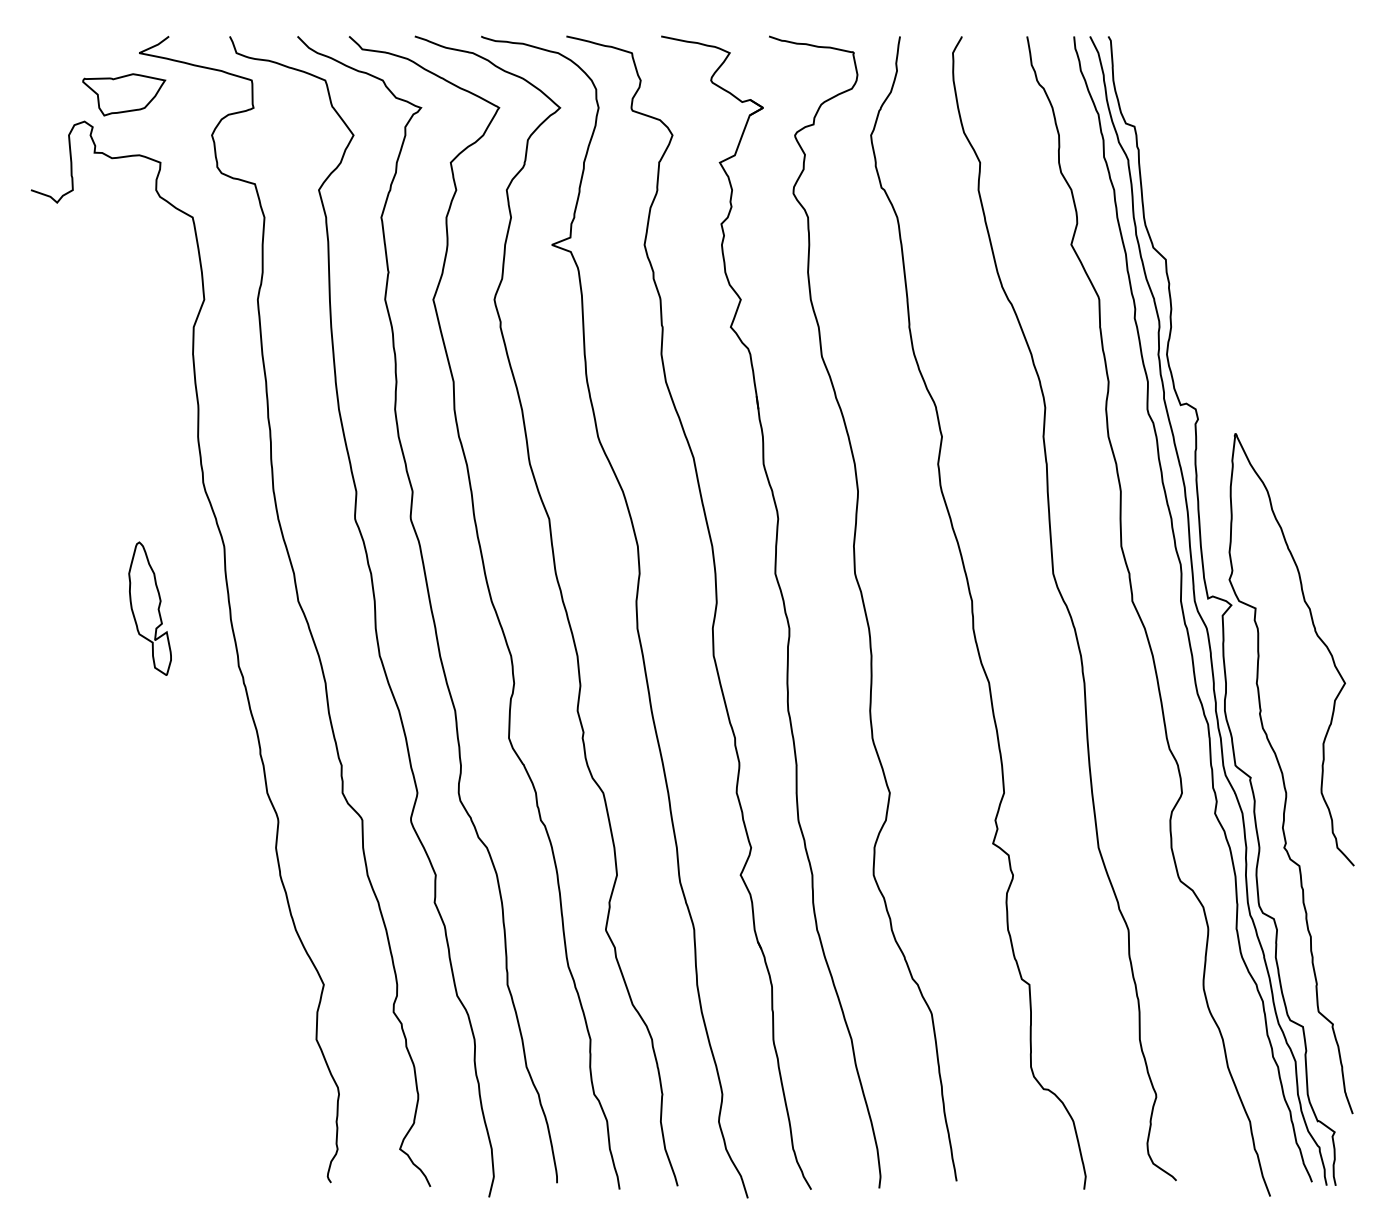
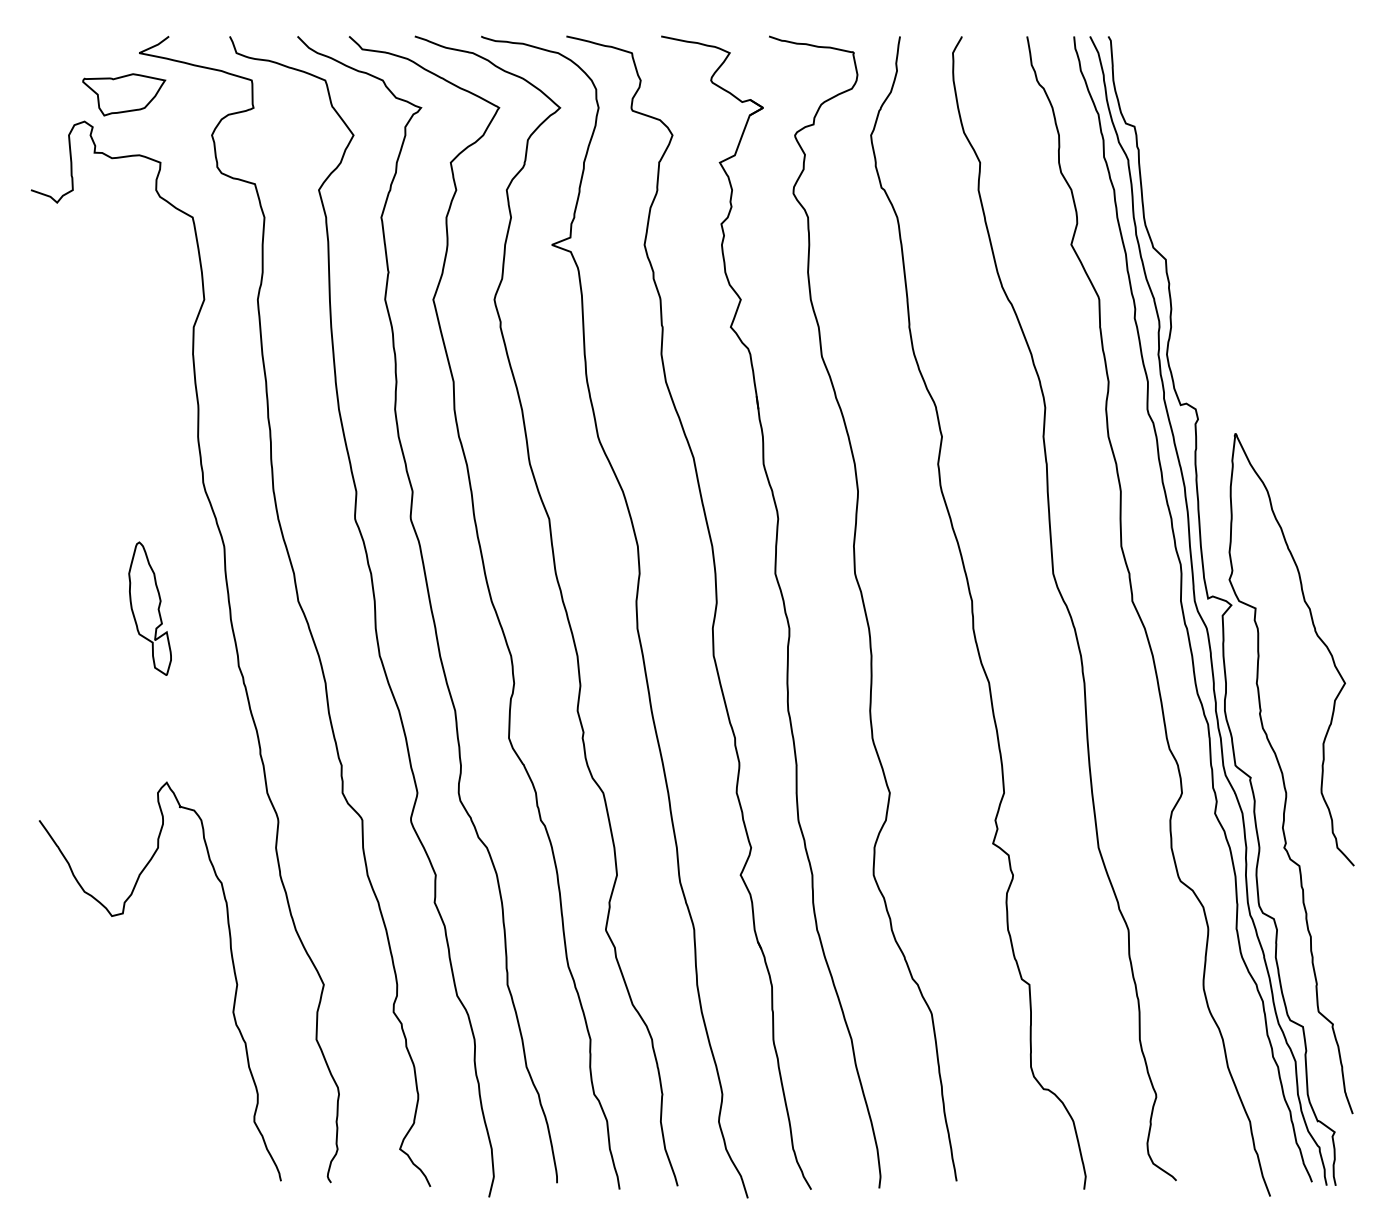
curve at (232, 966): none -> present
